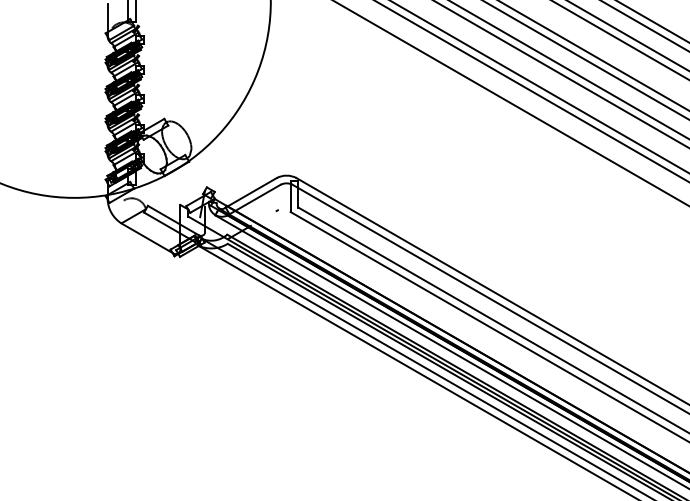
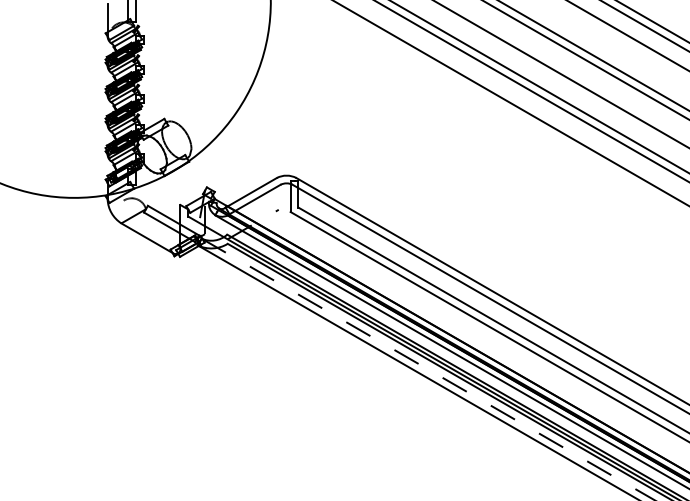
line at (620, 40): present -> none
line at (569, 69): present -> none
line at (428, 369): solid -> dashed
